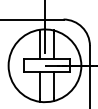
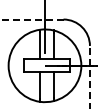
line at (32, 19): solid -> dashed
line at (89, 76): solid -> dashed
